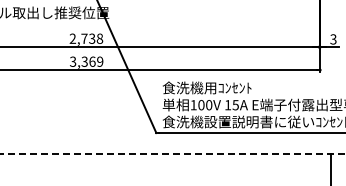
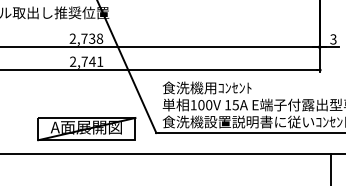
text at (86, 61): 3,369 -> 2,741
part at (86, 129): none -> present
line at (172, 154): dashed -> solid
